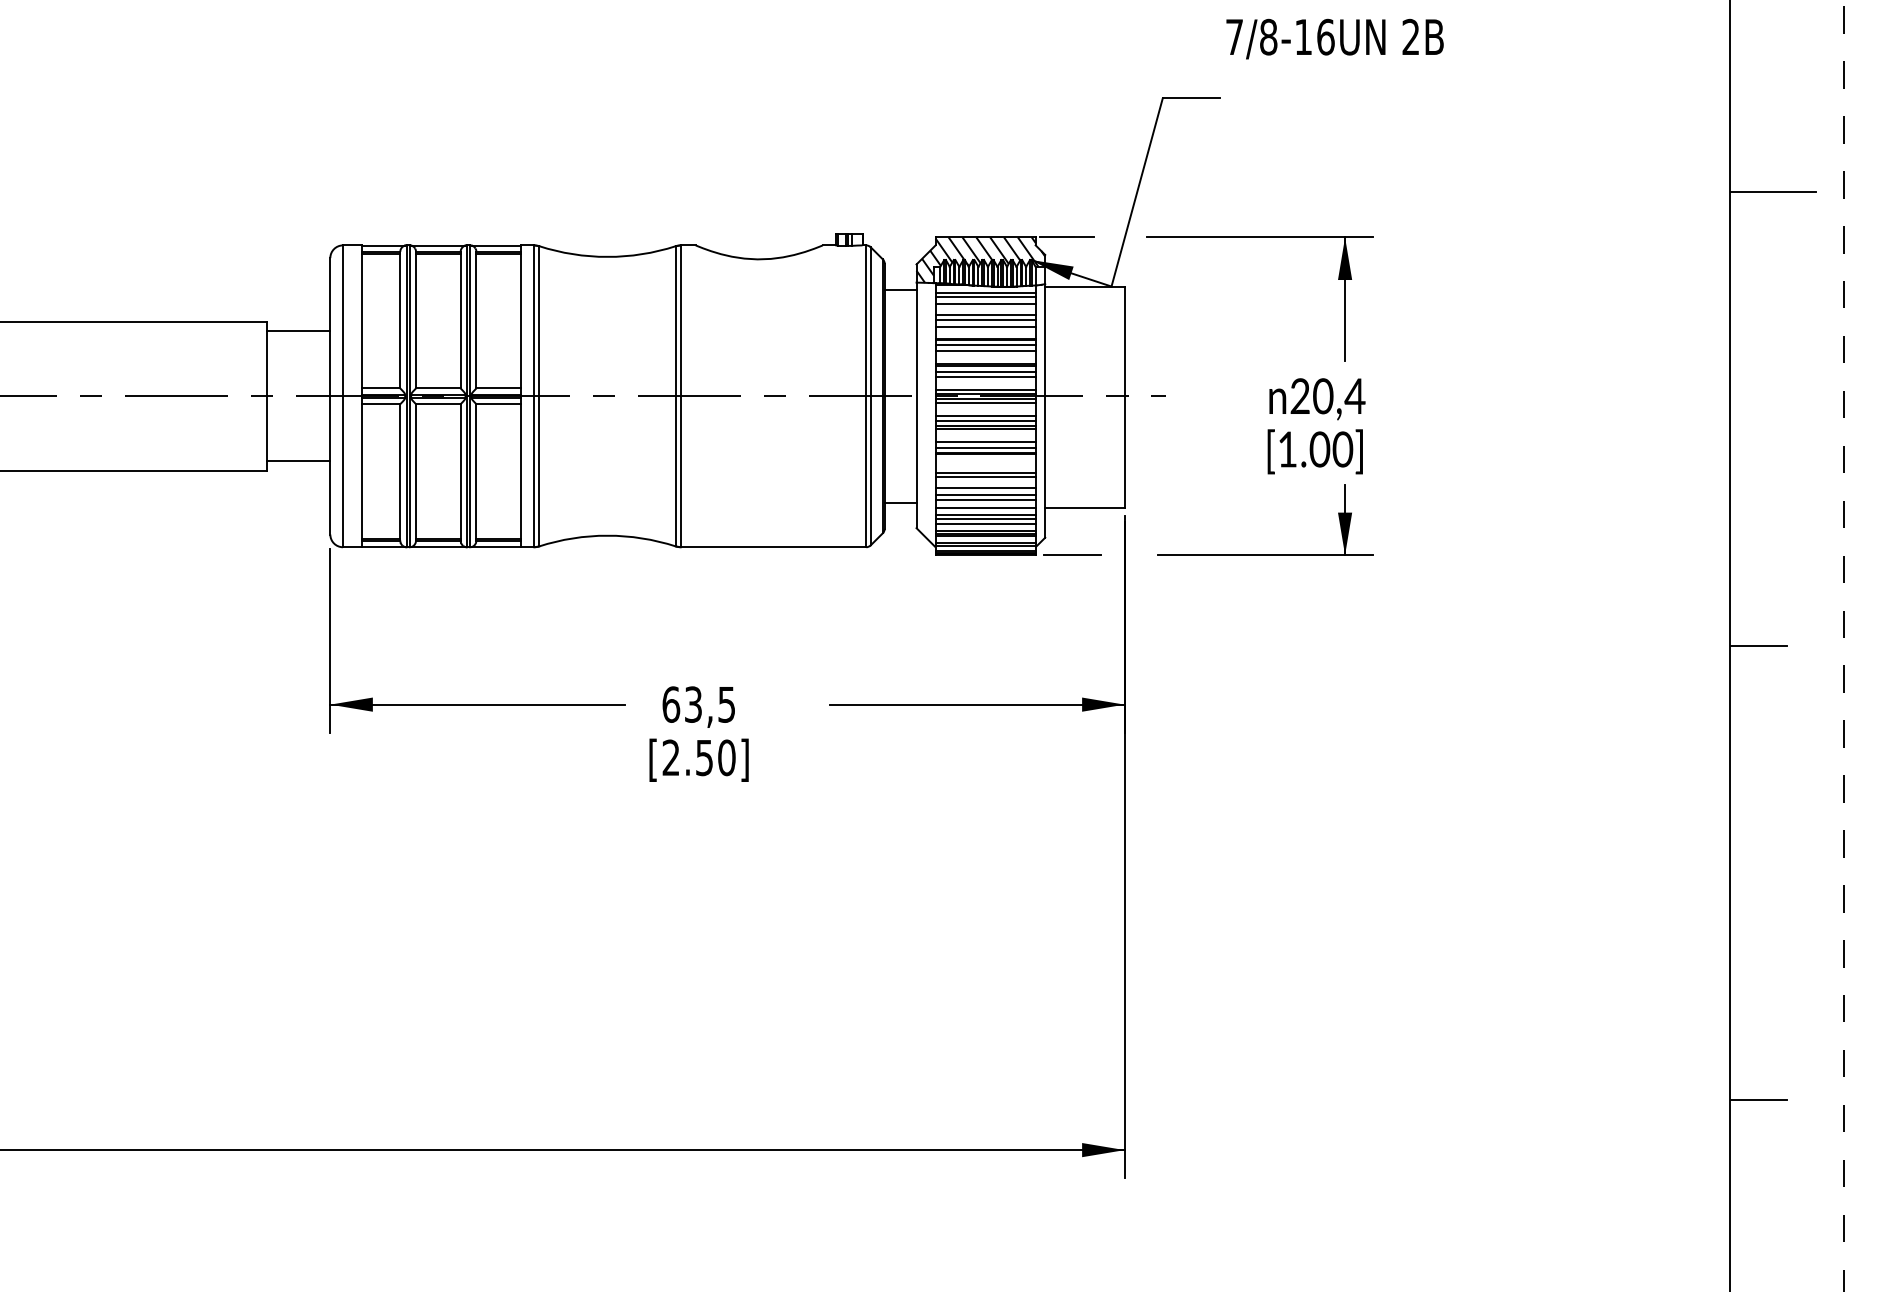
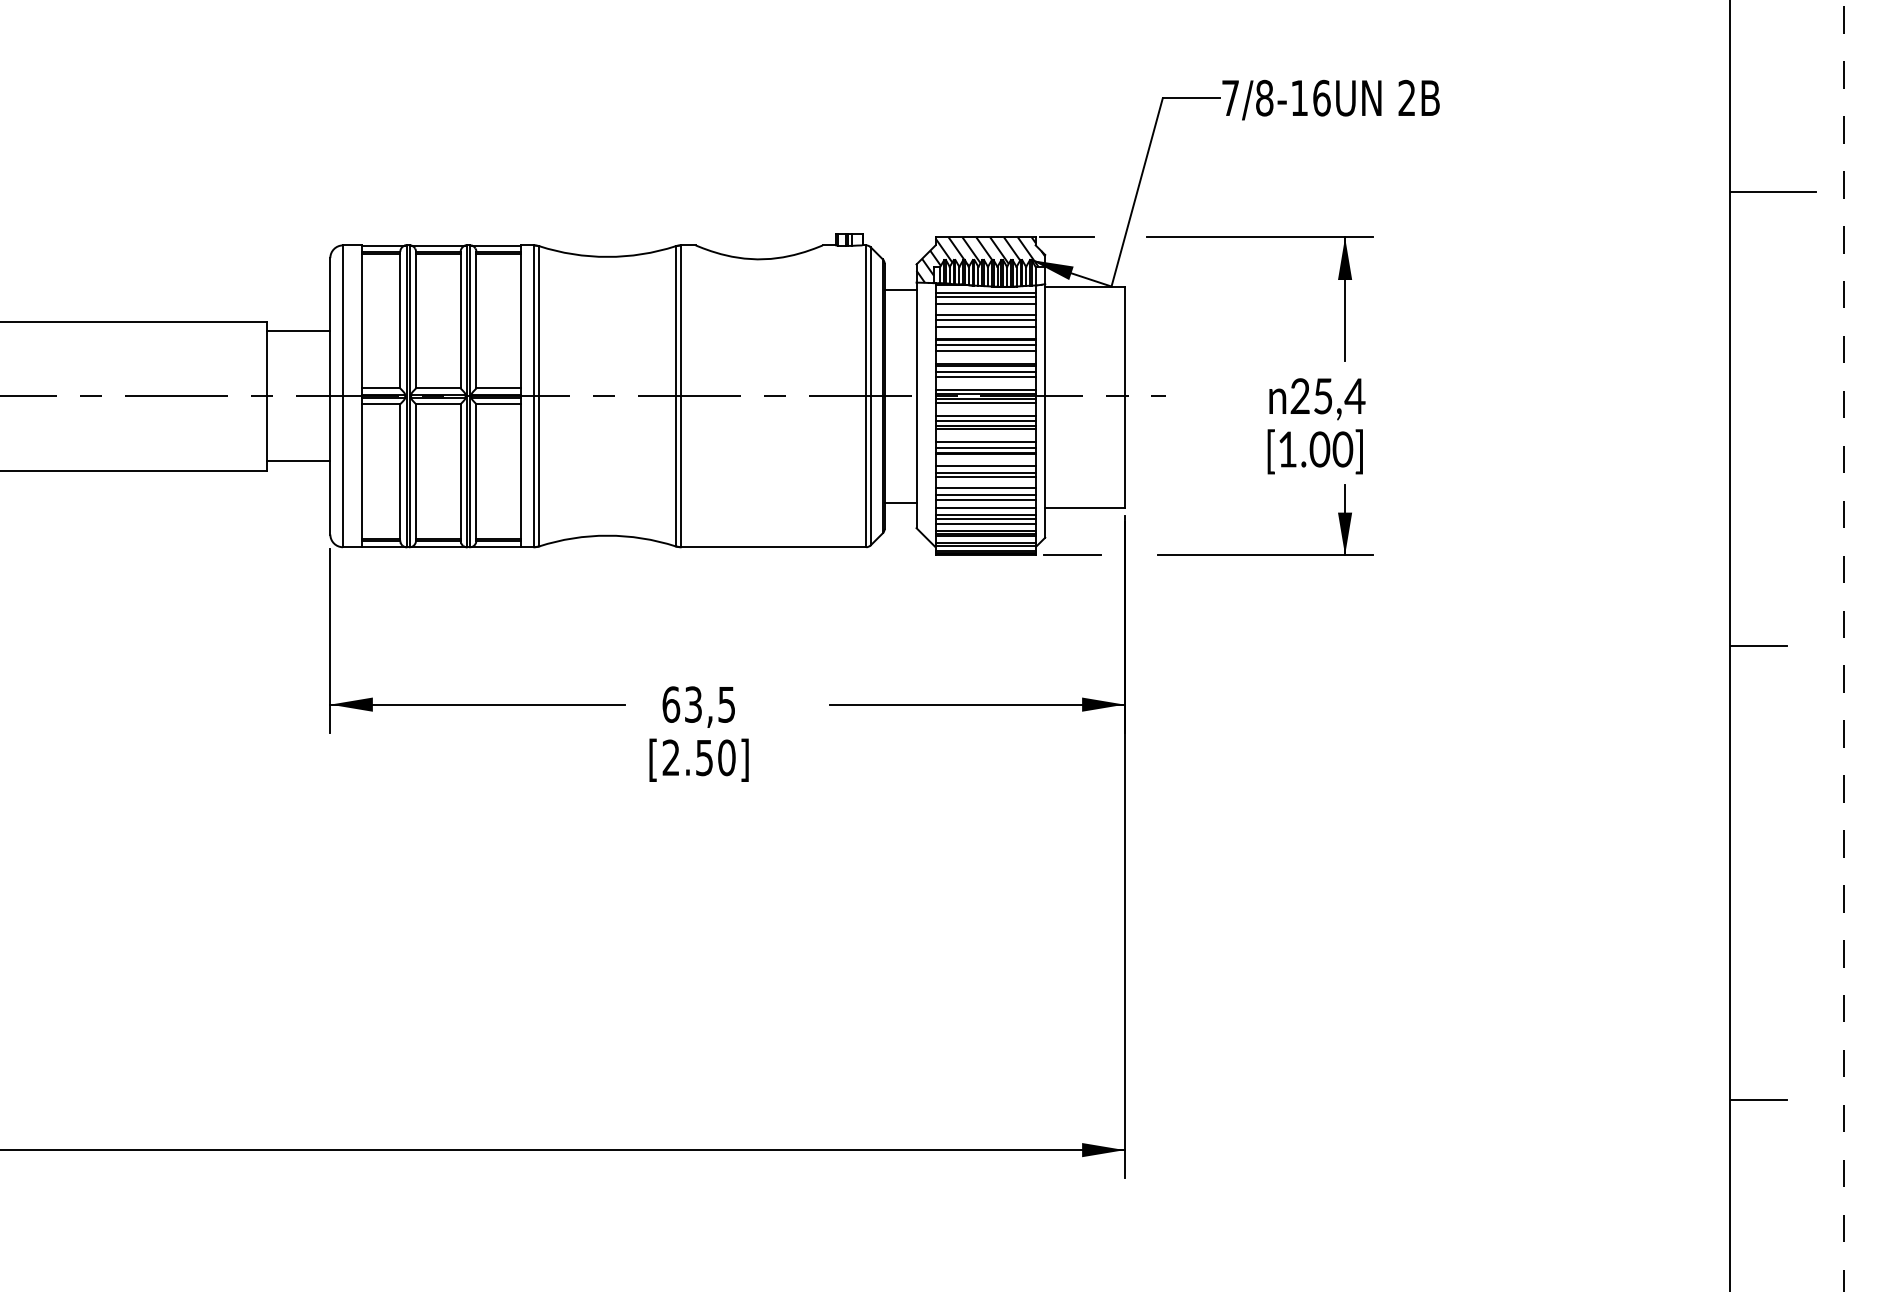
text at (1334, 38) position: (1334, 38) -> (1330, 99)
text at (1323, 396): 20,4 -> 25,4
line at (985, 466): none -> present
